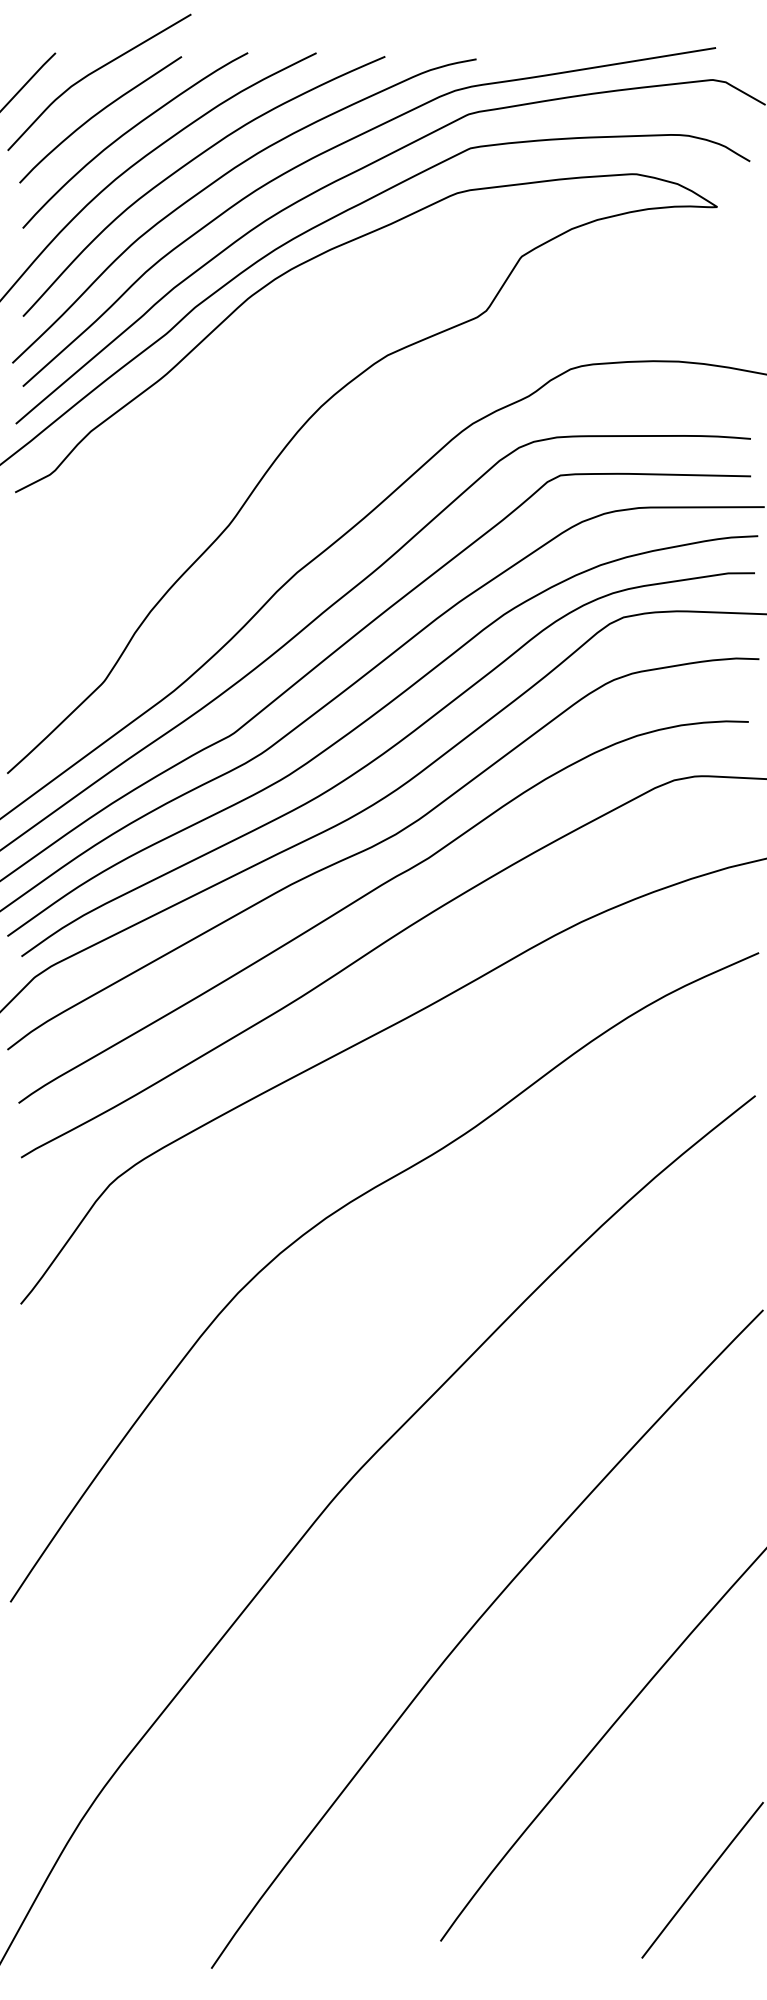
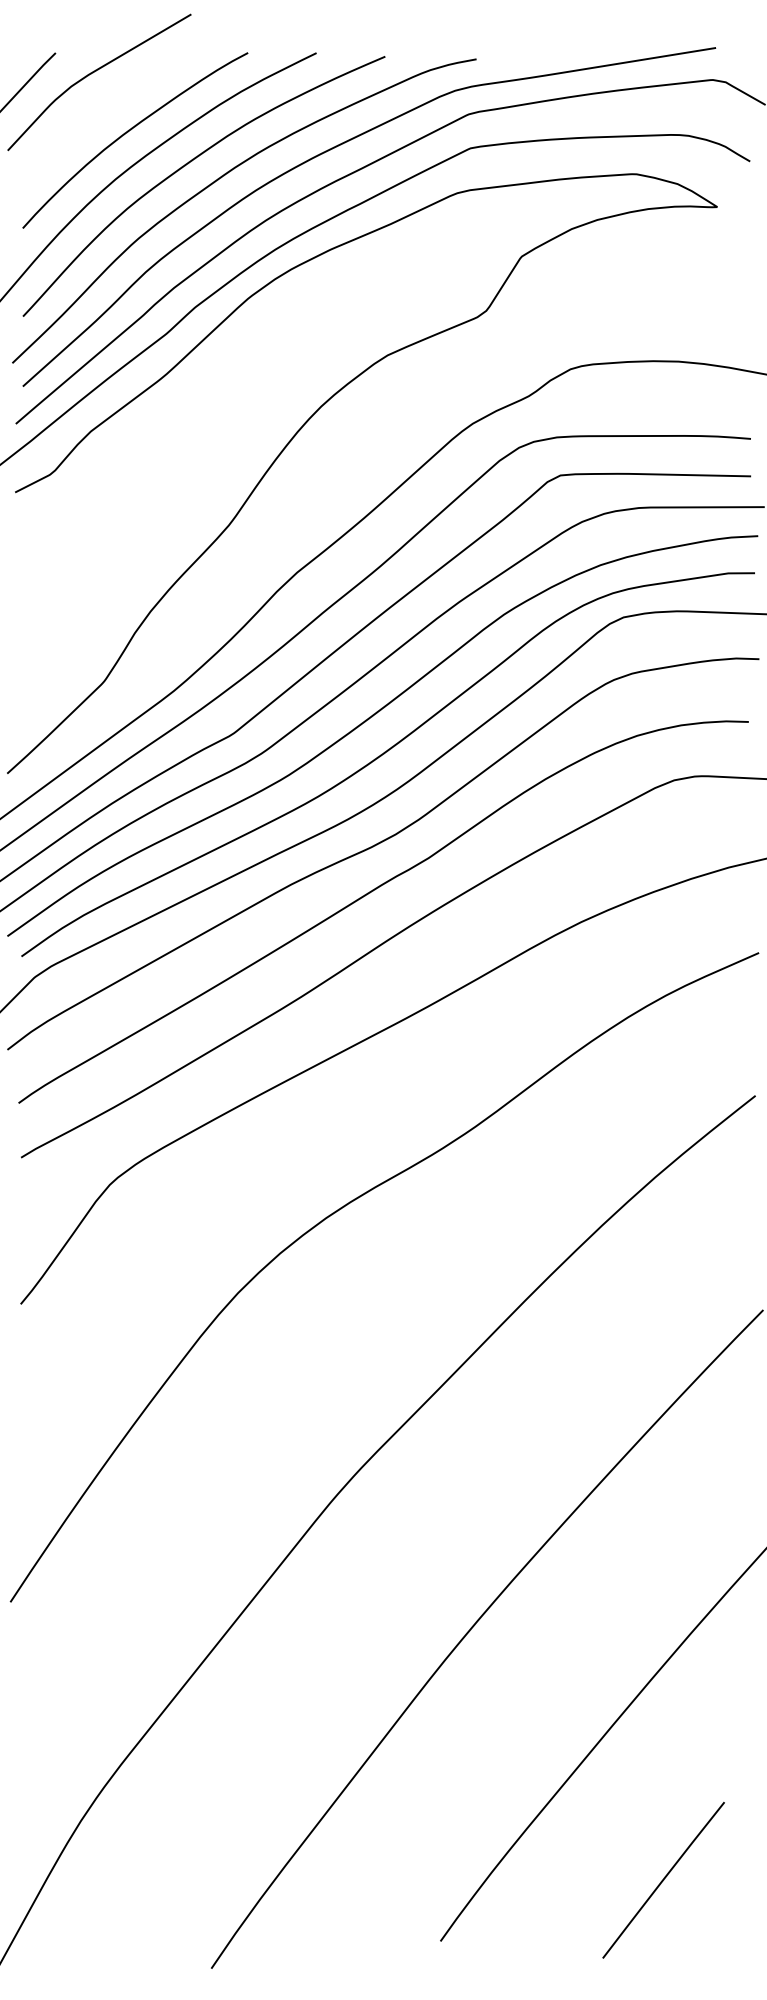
curve at (96, 115): present -> none
line at (702, 1879) position: (702, 1879) -> (663, 1879)
